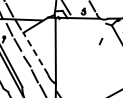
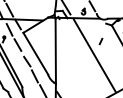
line at (35, 53): dashed -> solid
line at (94, 55): none -> present
